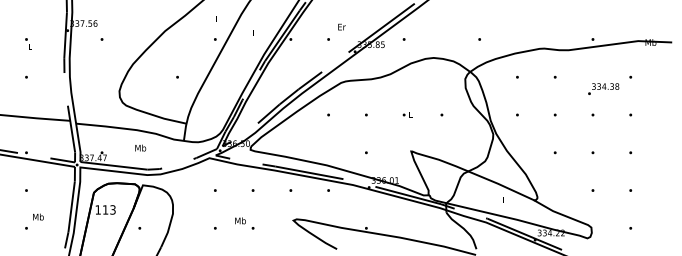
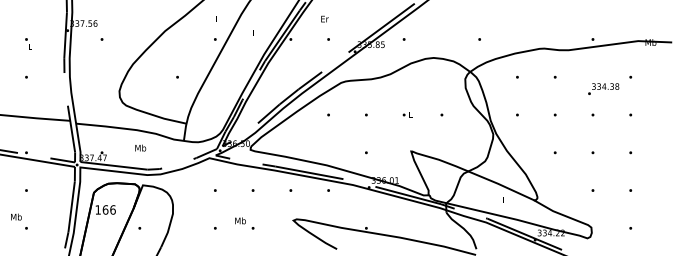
text at (341, 26) position: (341, 26) -> (324, 18)
text at (108, 209): 113 -> 166
text at (38, 216) position: (38, 216) -> (16, 216)
